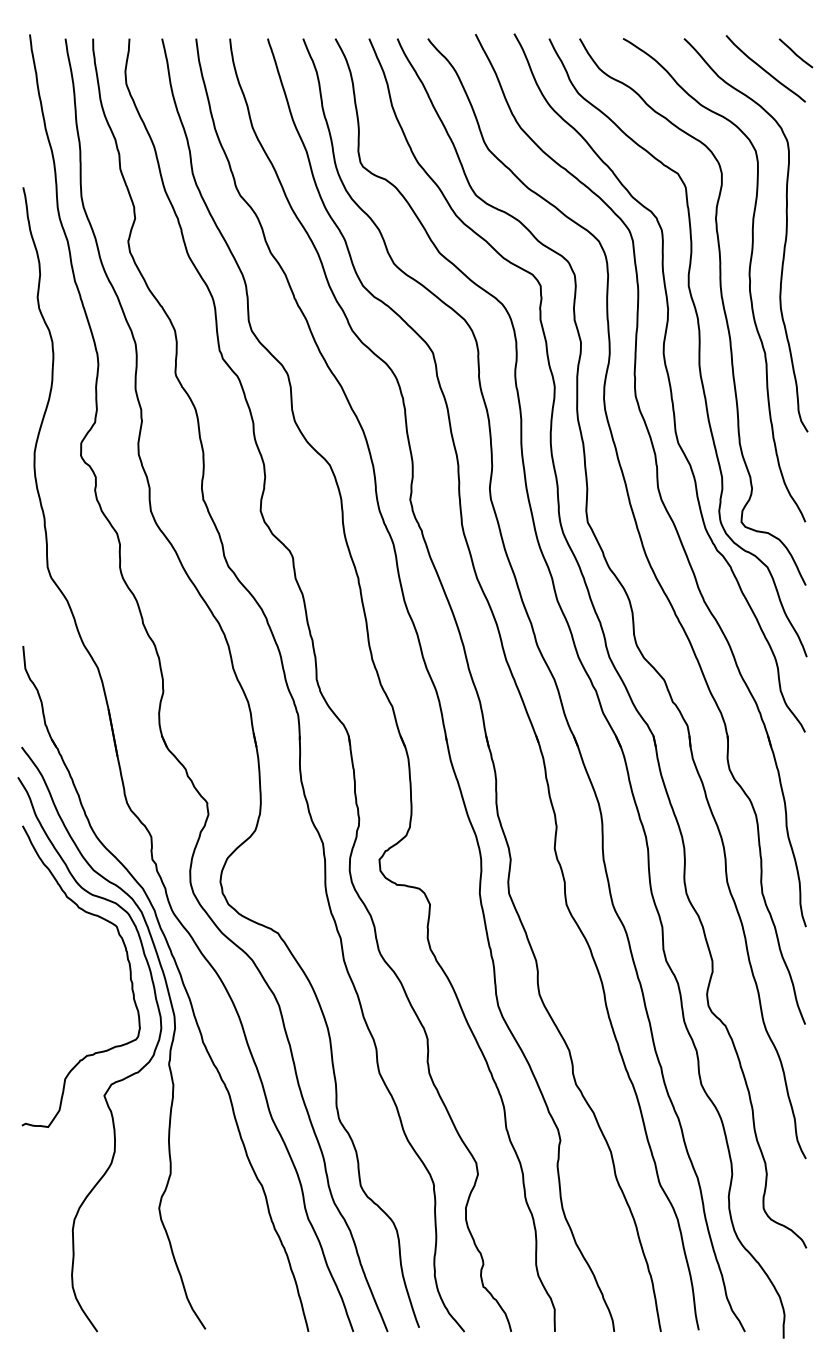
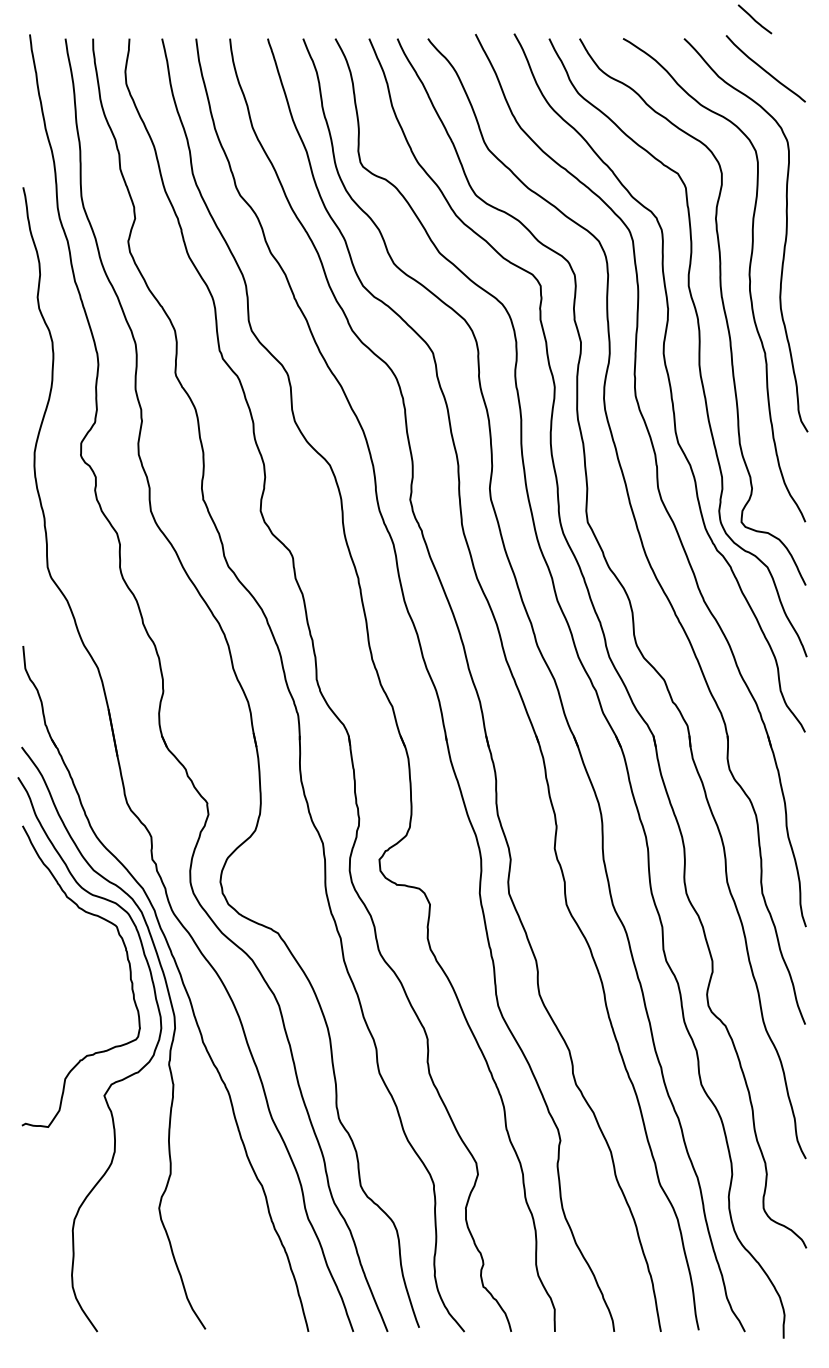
line at (795, 53) position: (795, 53) -> (754, 19)
